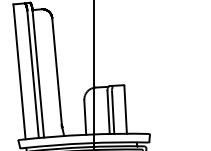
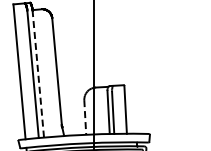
line at (38, 74): solid -> dashed
line at (85, 117): solid -> dashed
